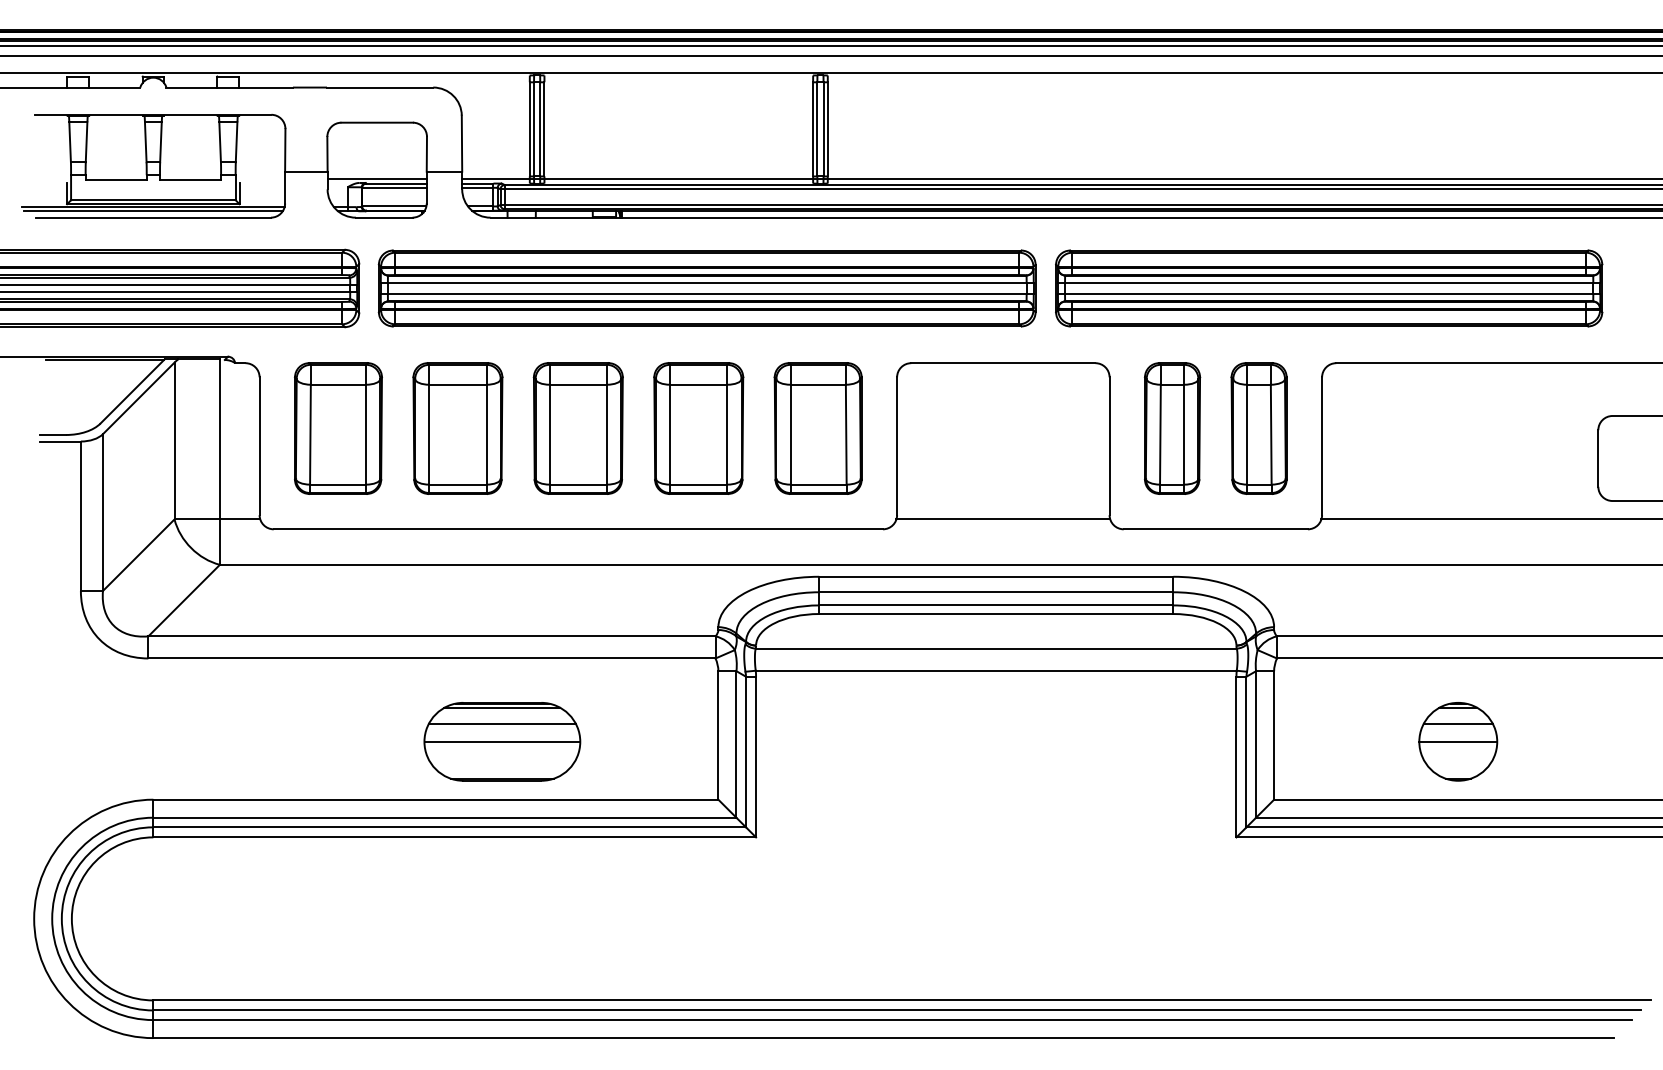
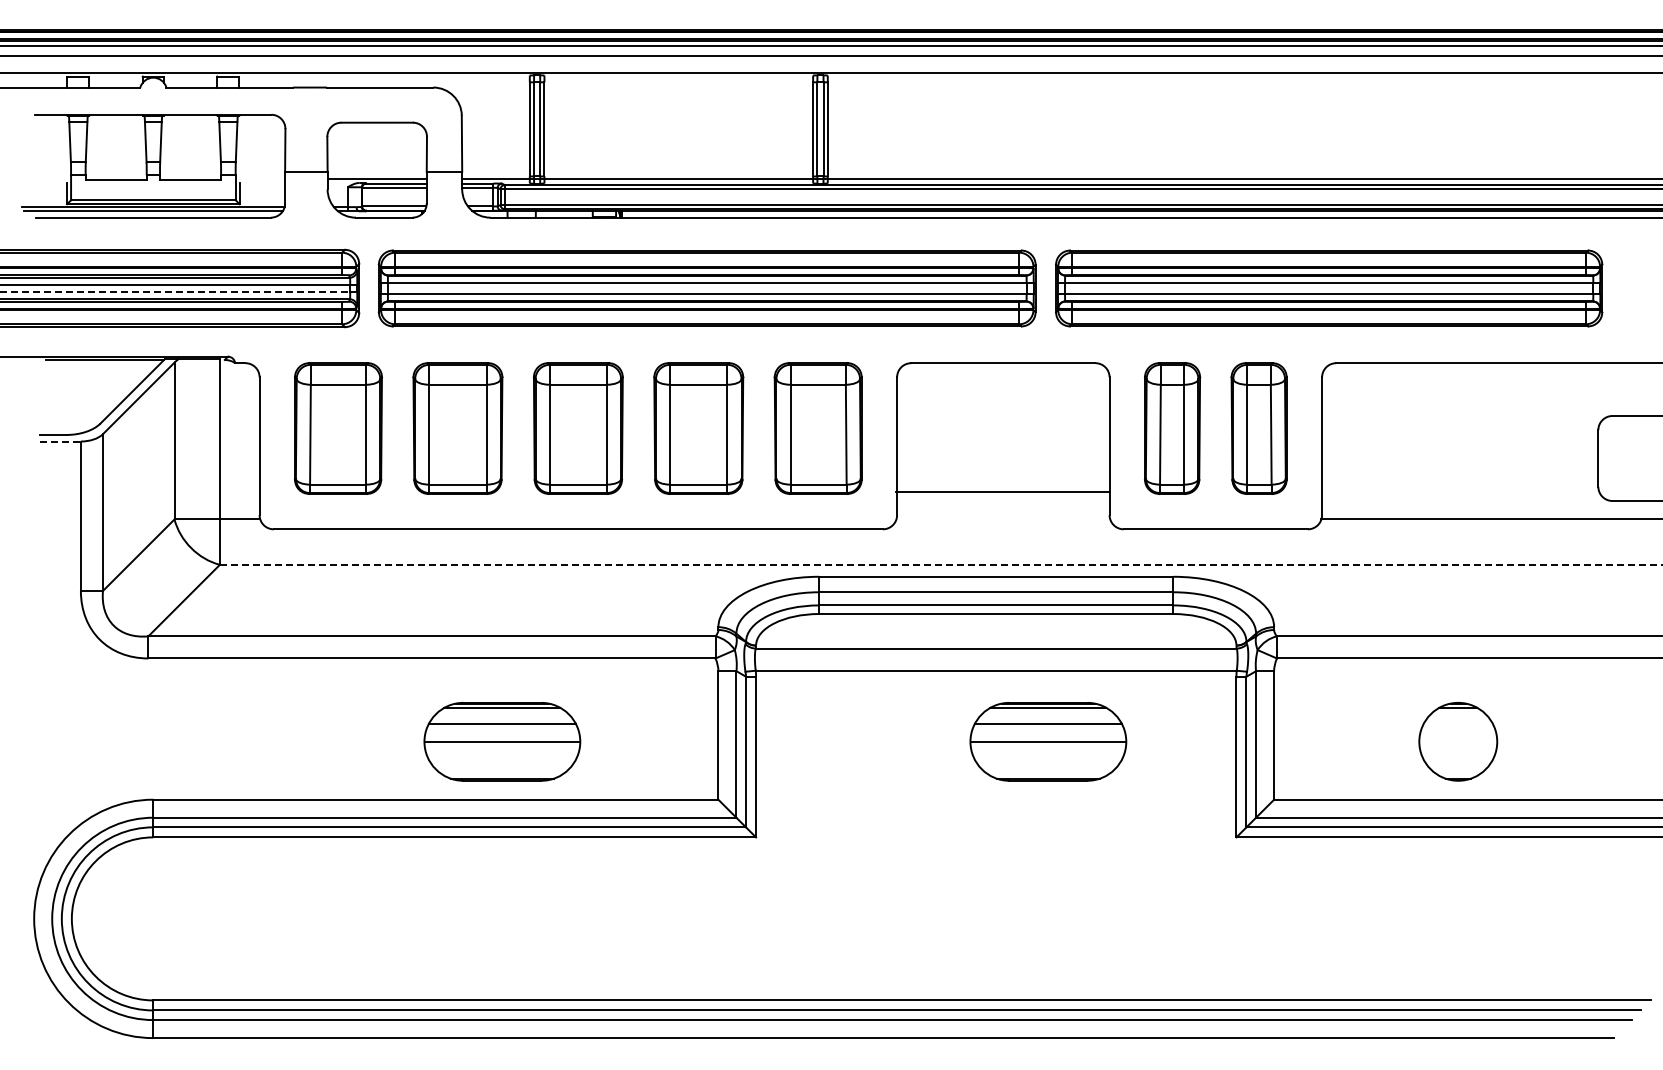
line at (175, 292): solid -> dashed
line at (60, 441): solid -> dashed
line at (1003, 519) position: (1003, 519) -> (1003, 492)
line at (940, 564): solid -> dashed
line at (1458, 724): present -> none
part at (1048, 741): none -> present
line at (1458, 742): present -> none
